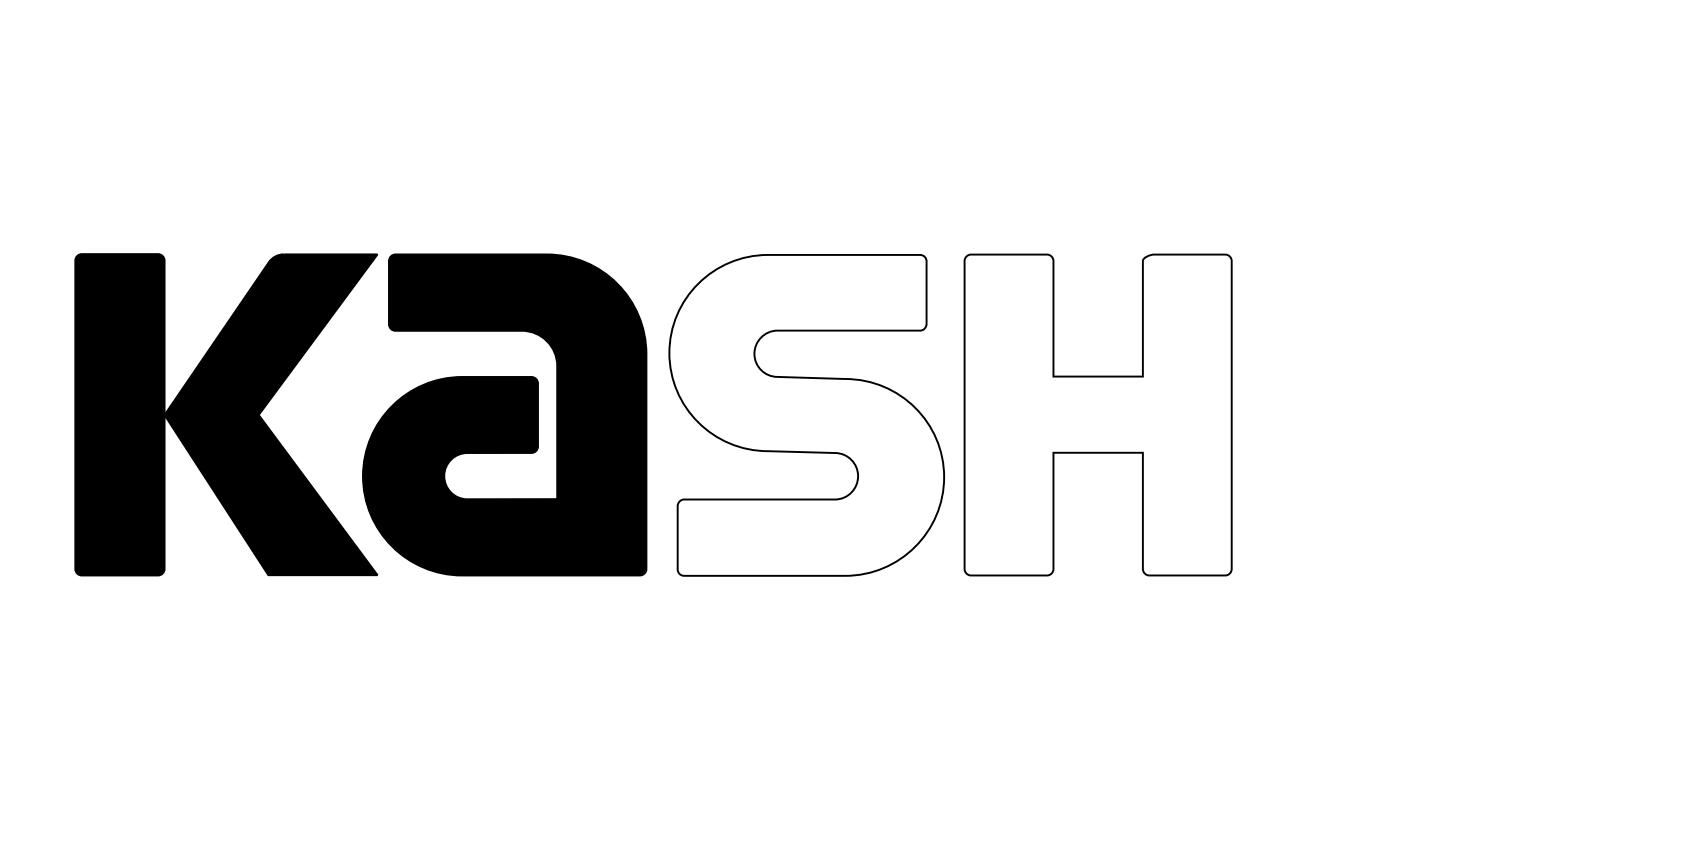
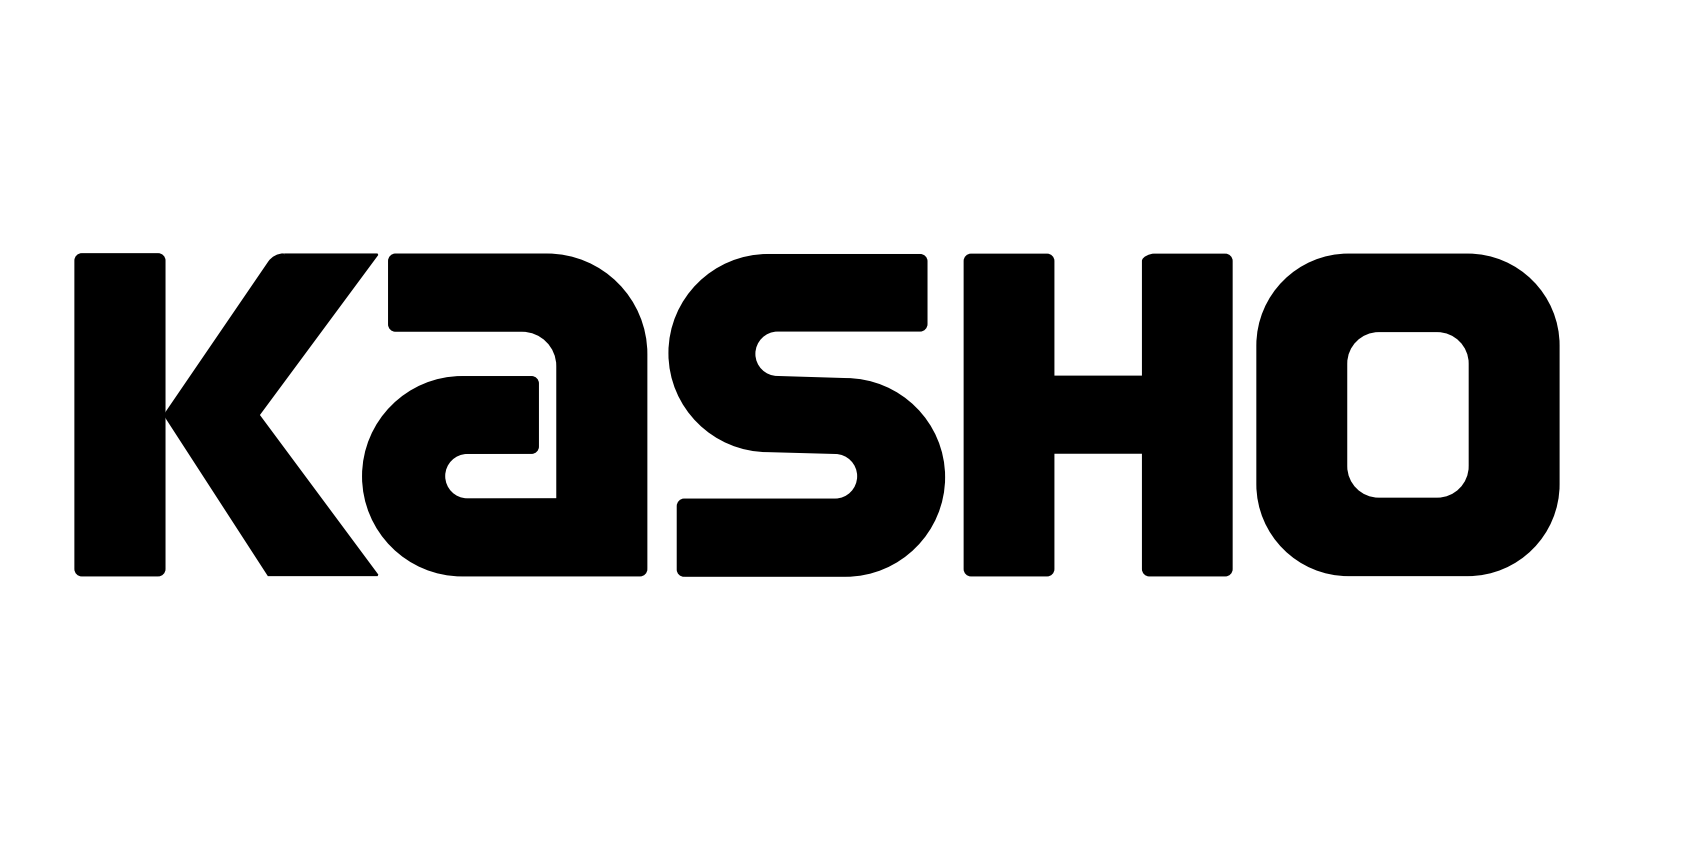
fill at (806, 414): none -> present
fill at (1097, 414): none -> present
part at (1407, 414): none -> present
